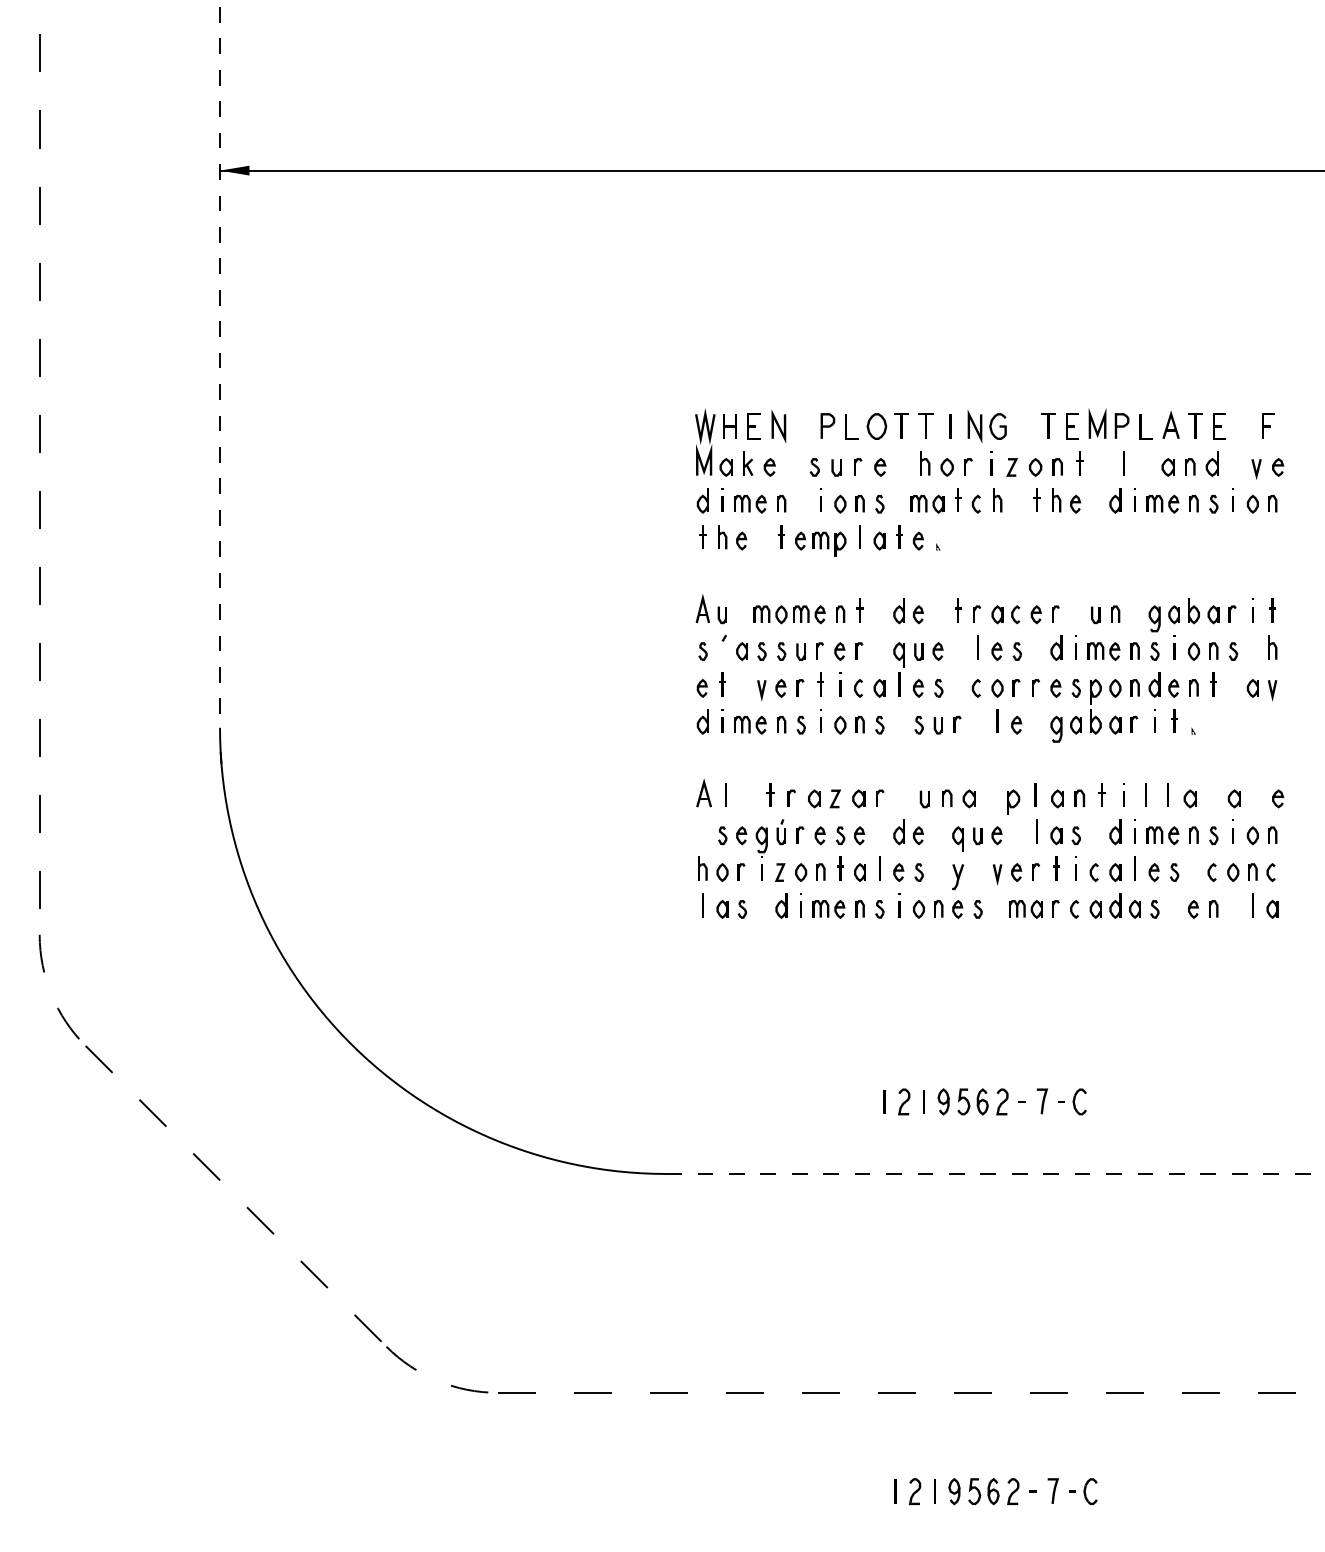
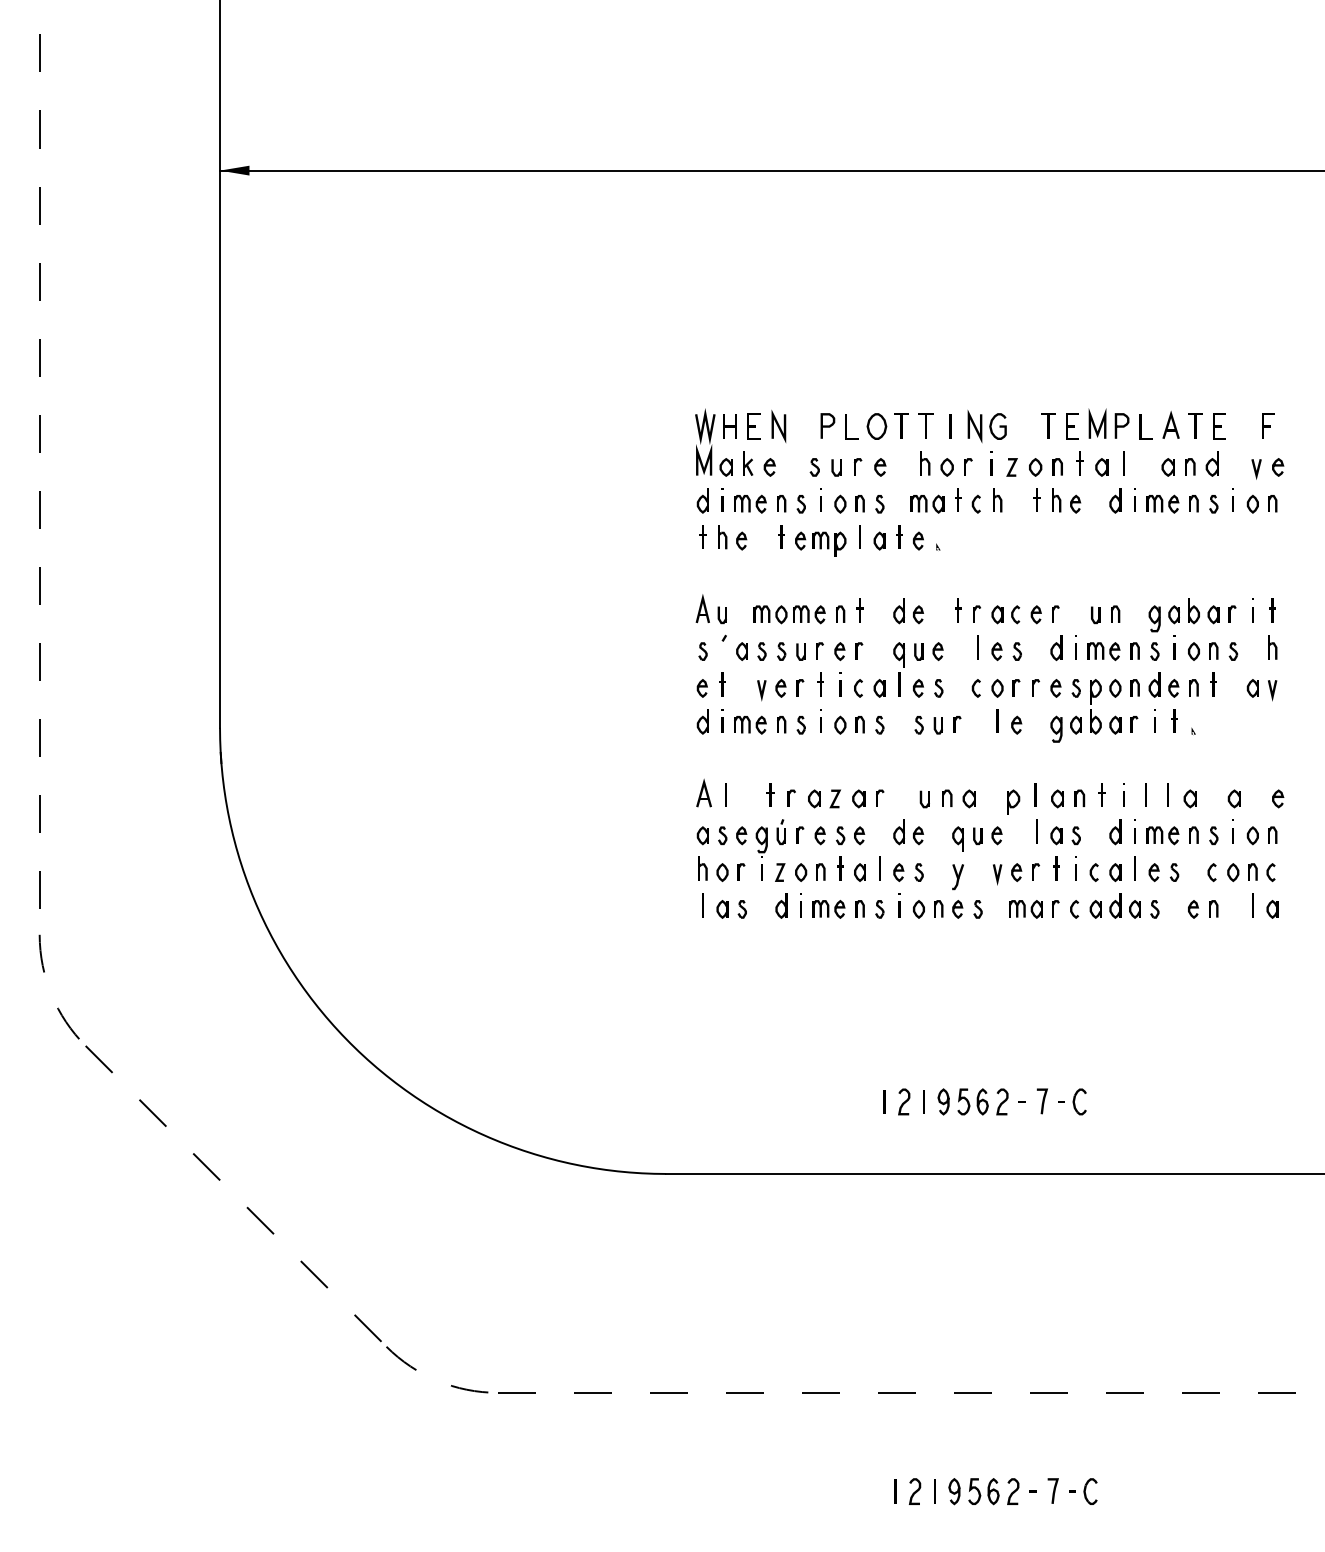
line at (220, 364): dashed -> solid
part at (1101, 467): none -> present
curve at (800, 503): none -> present
part at (702, 835): none -> present
line at (995, 1173): dashed -> solid
